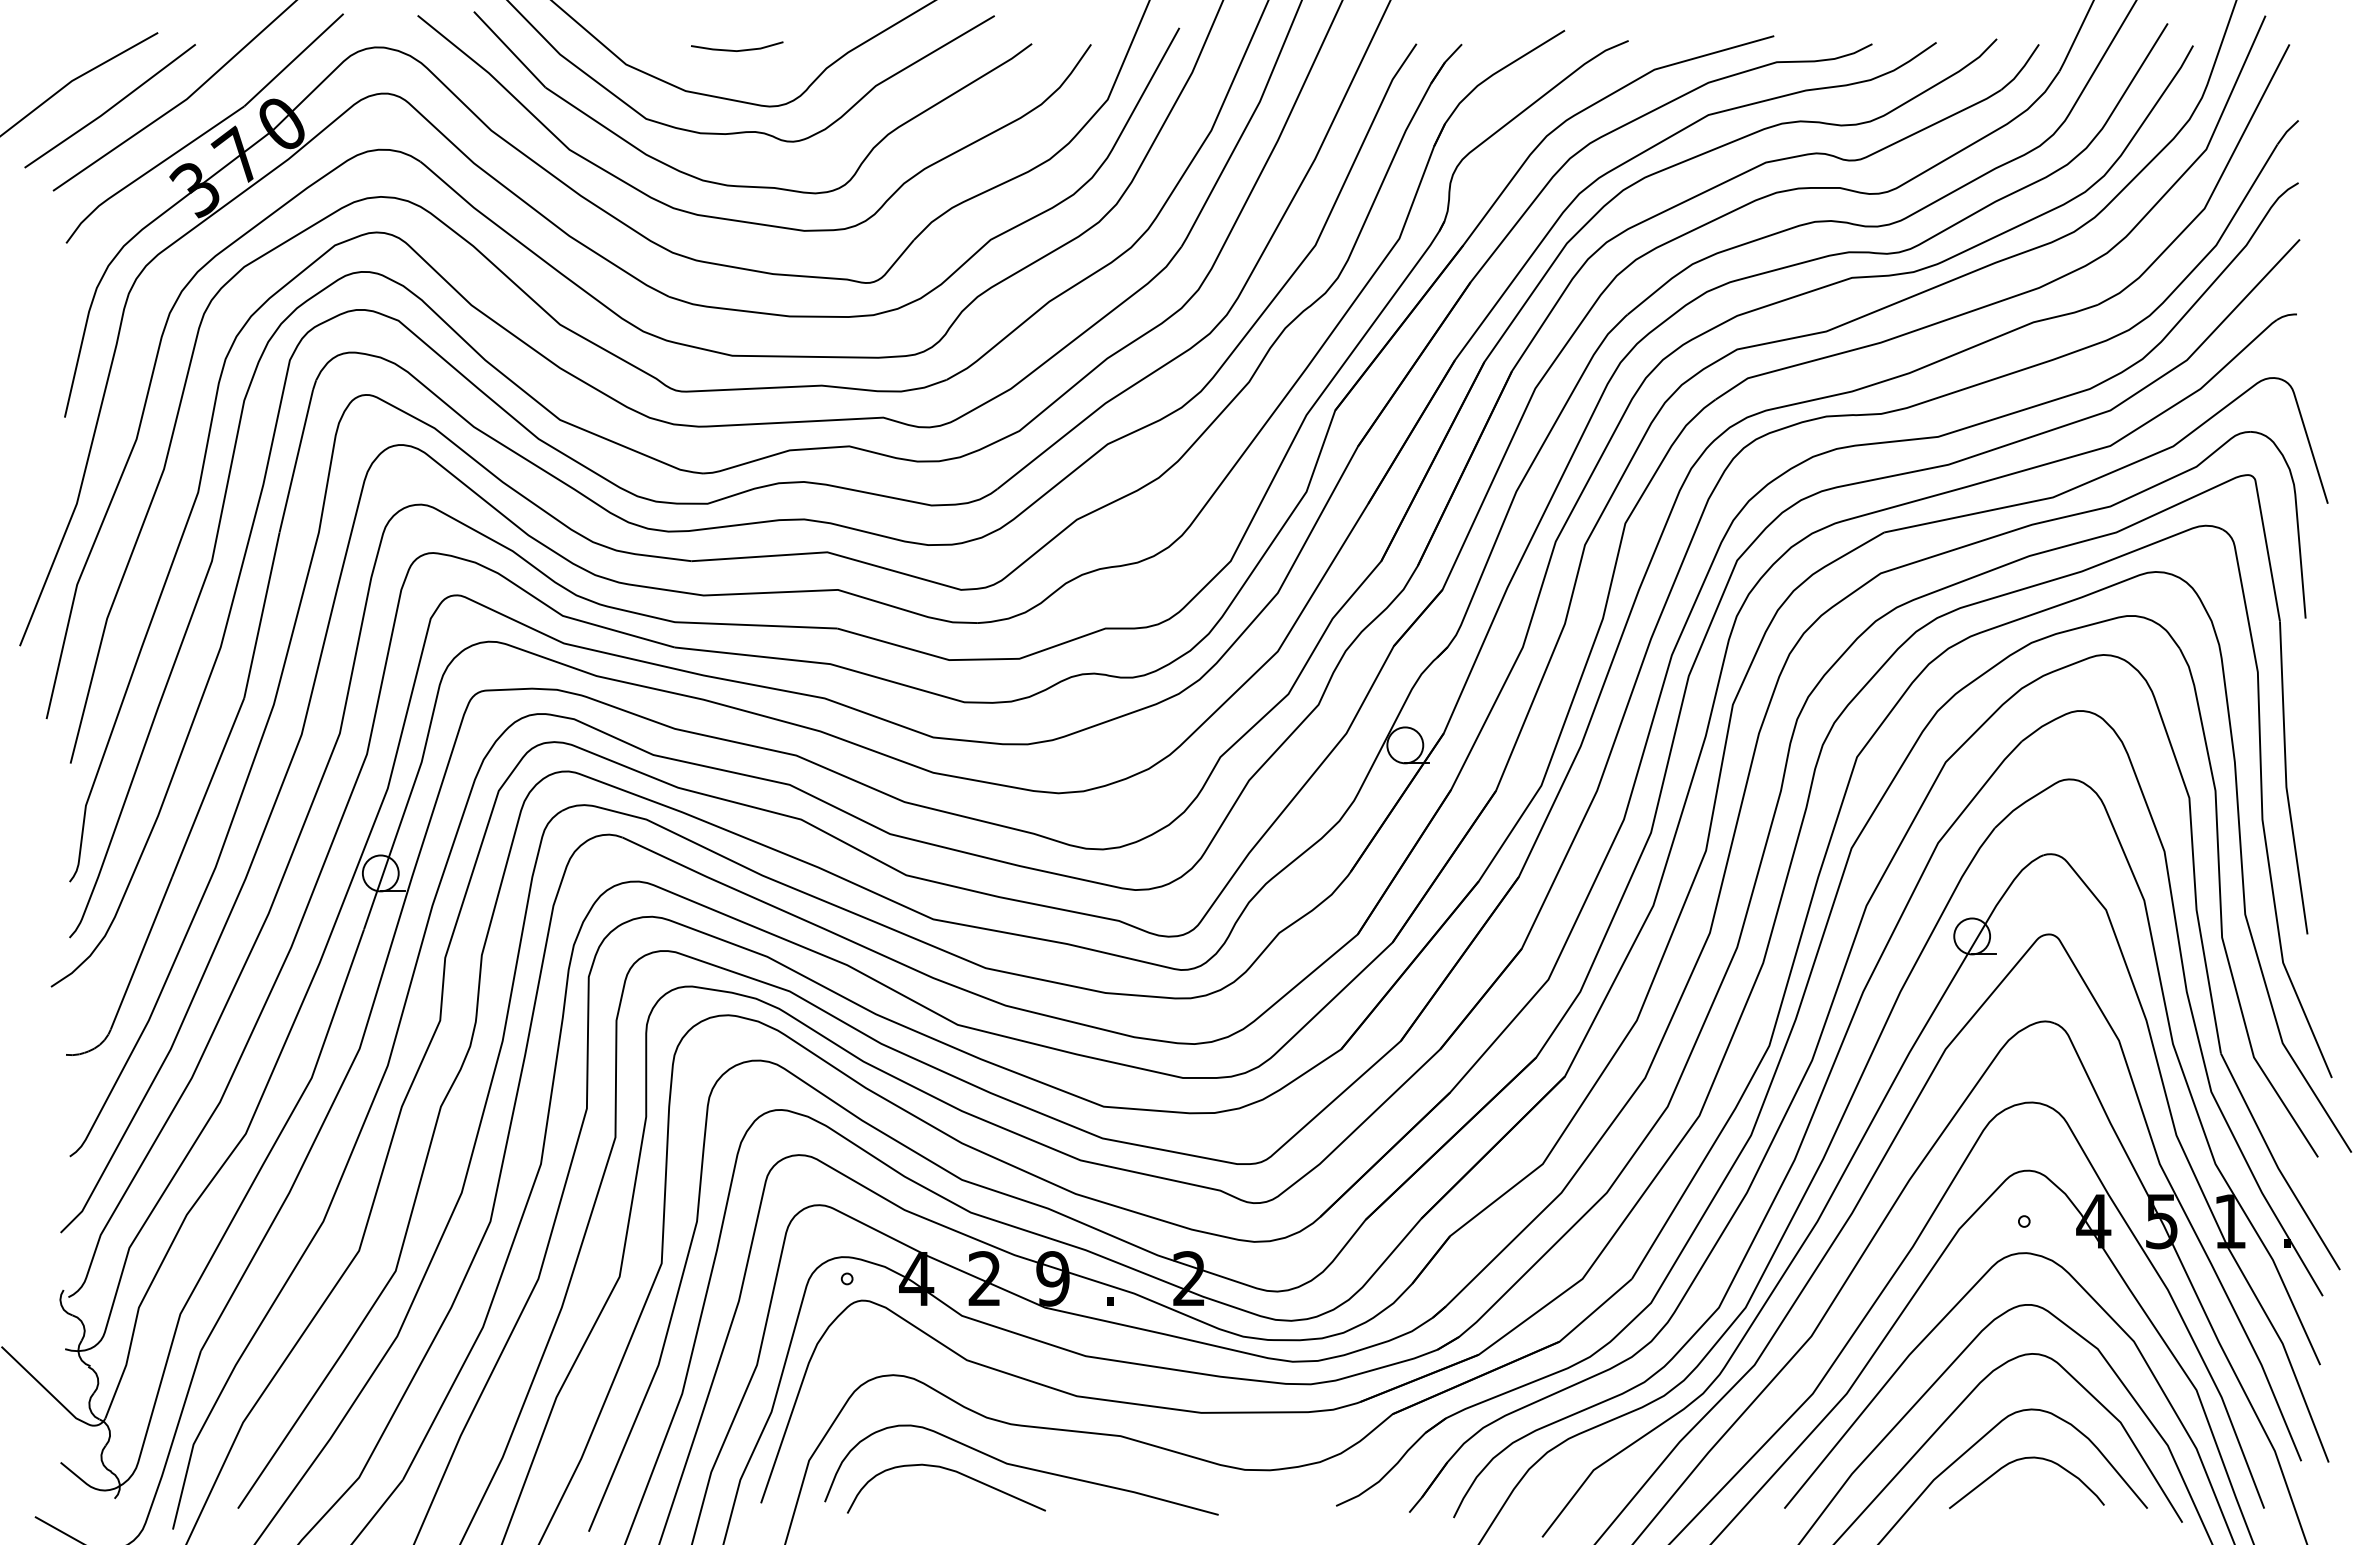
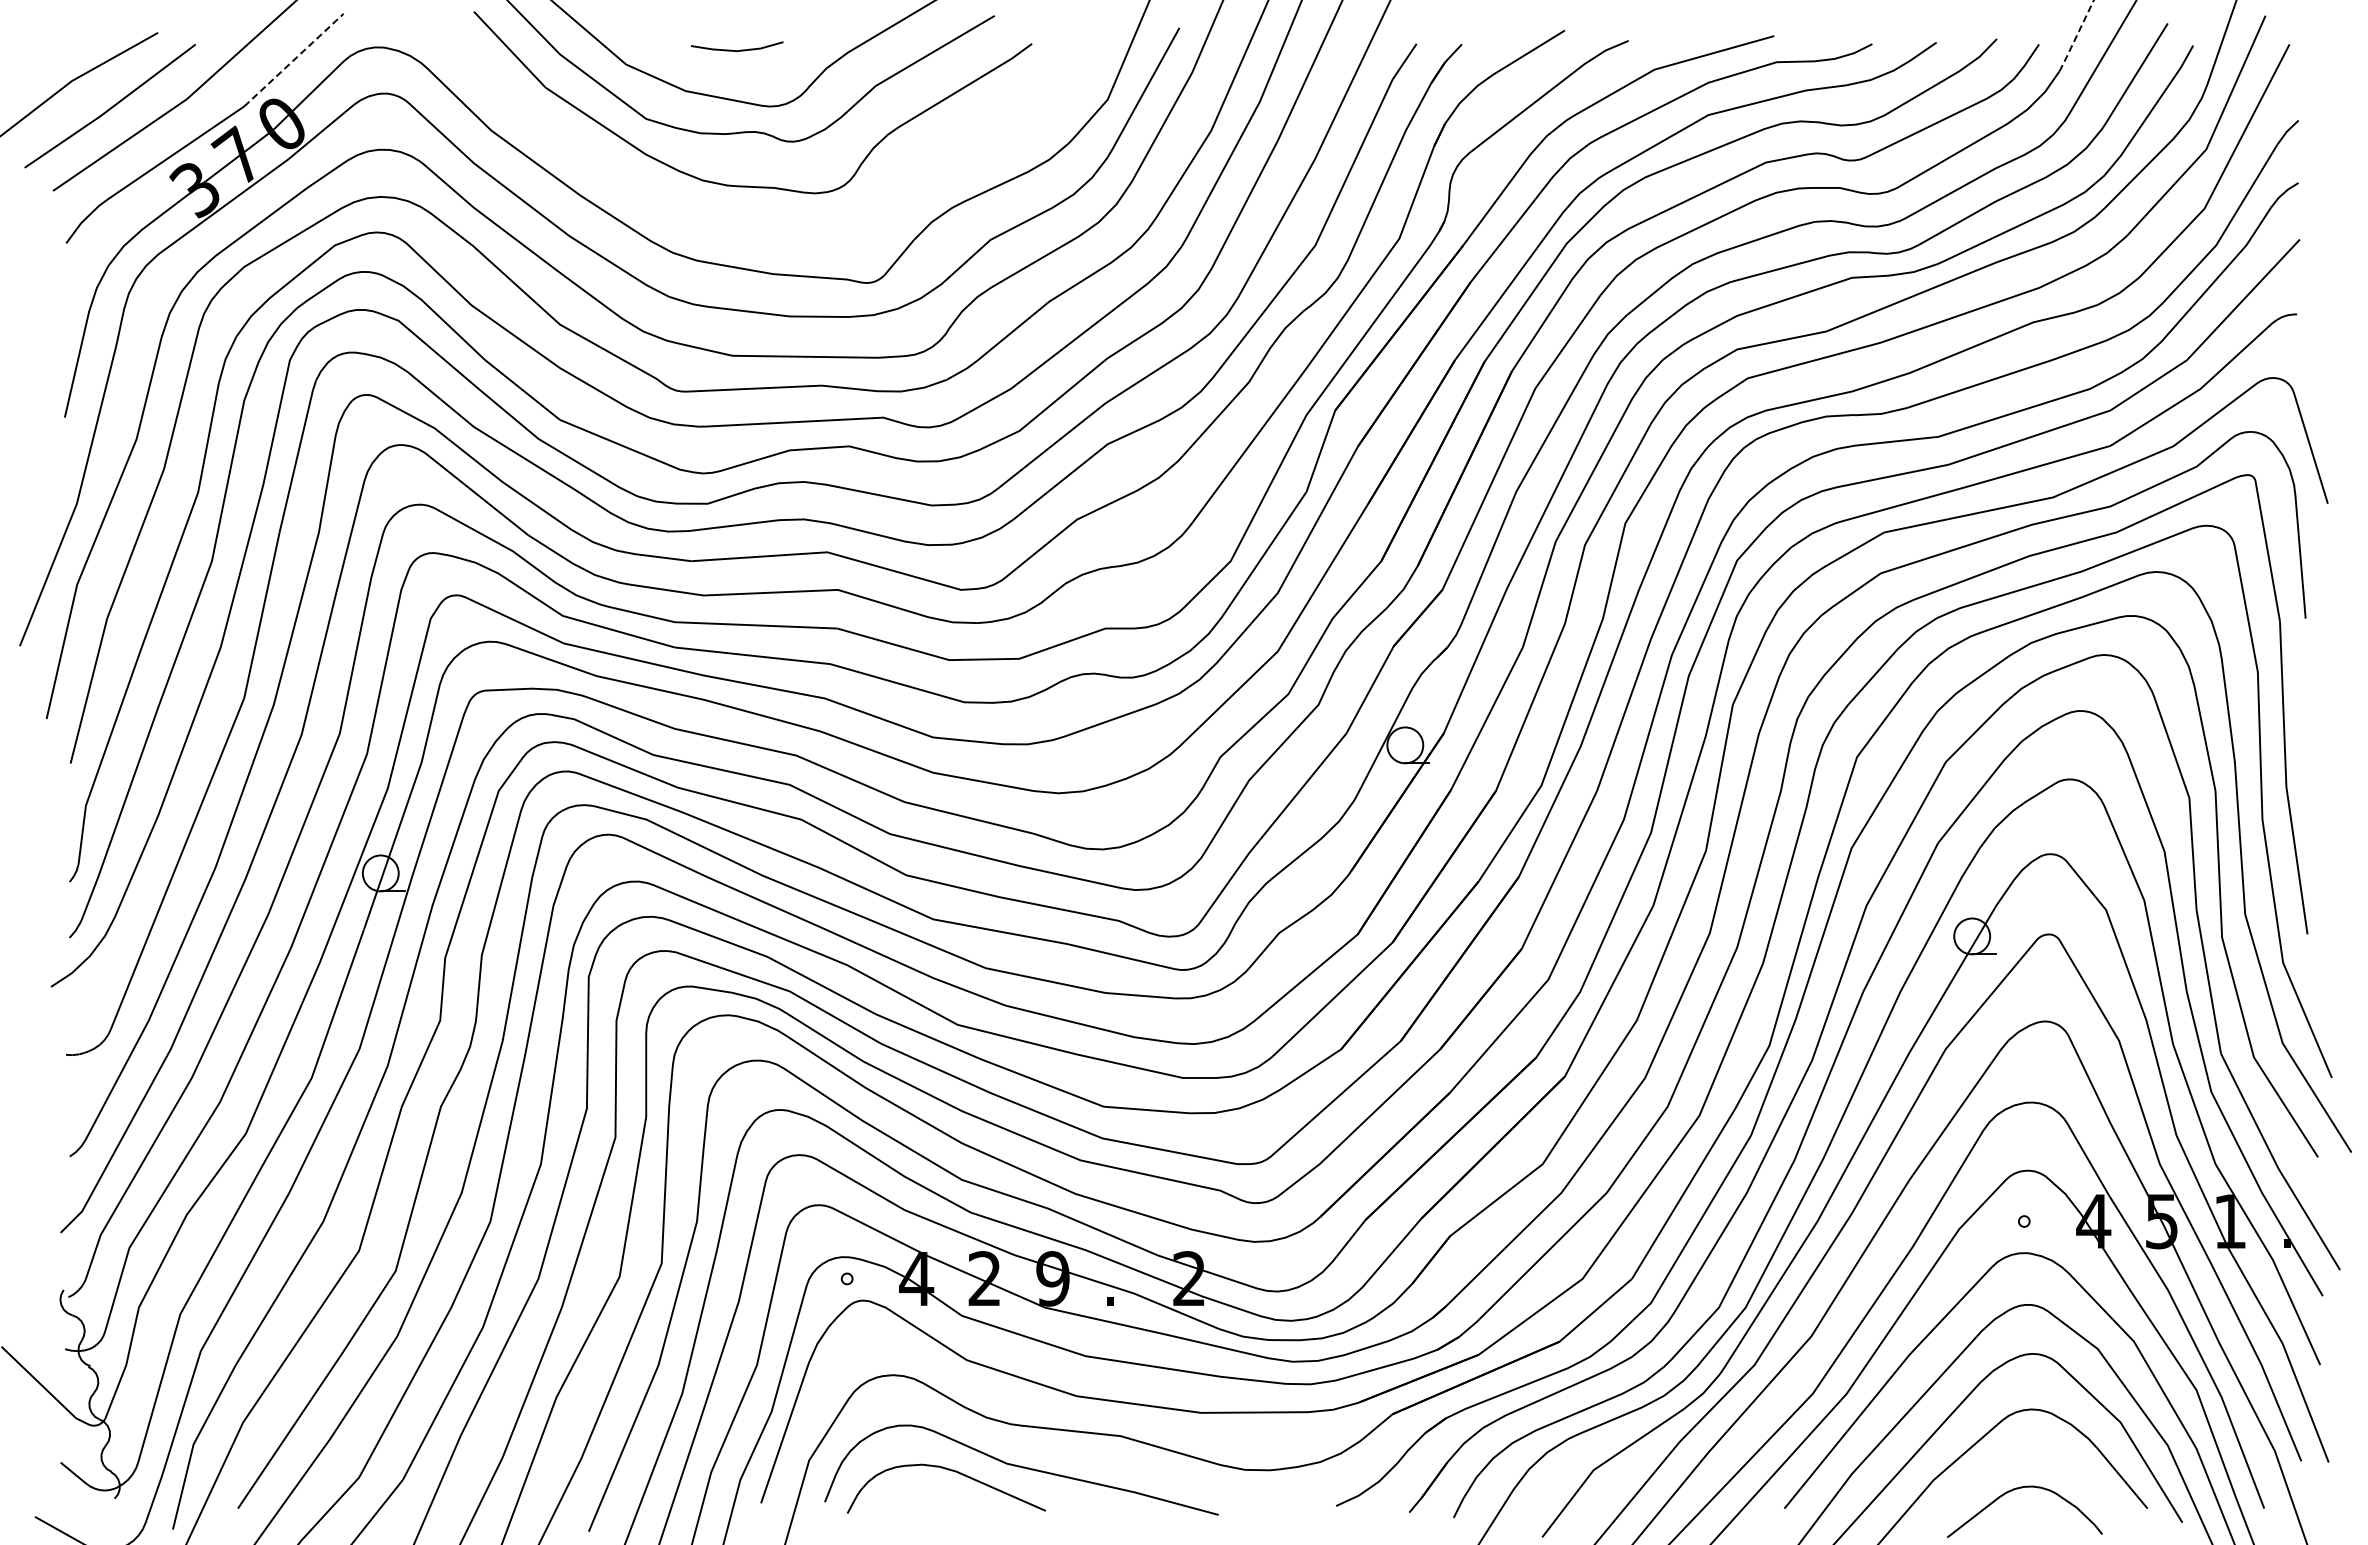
line at (2076, 36): solid -> dashed
line at (293, 60): solid -> dashed
curve at (743, 220): present -> none
curve at (2020, 1460) position: (2020, 1460) -> (2018, 1489)
